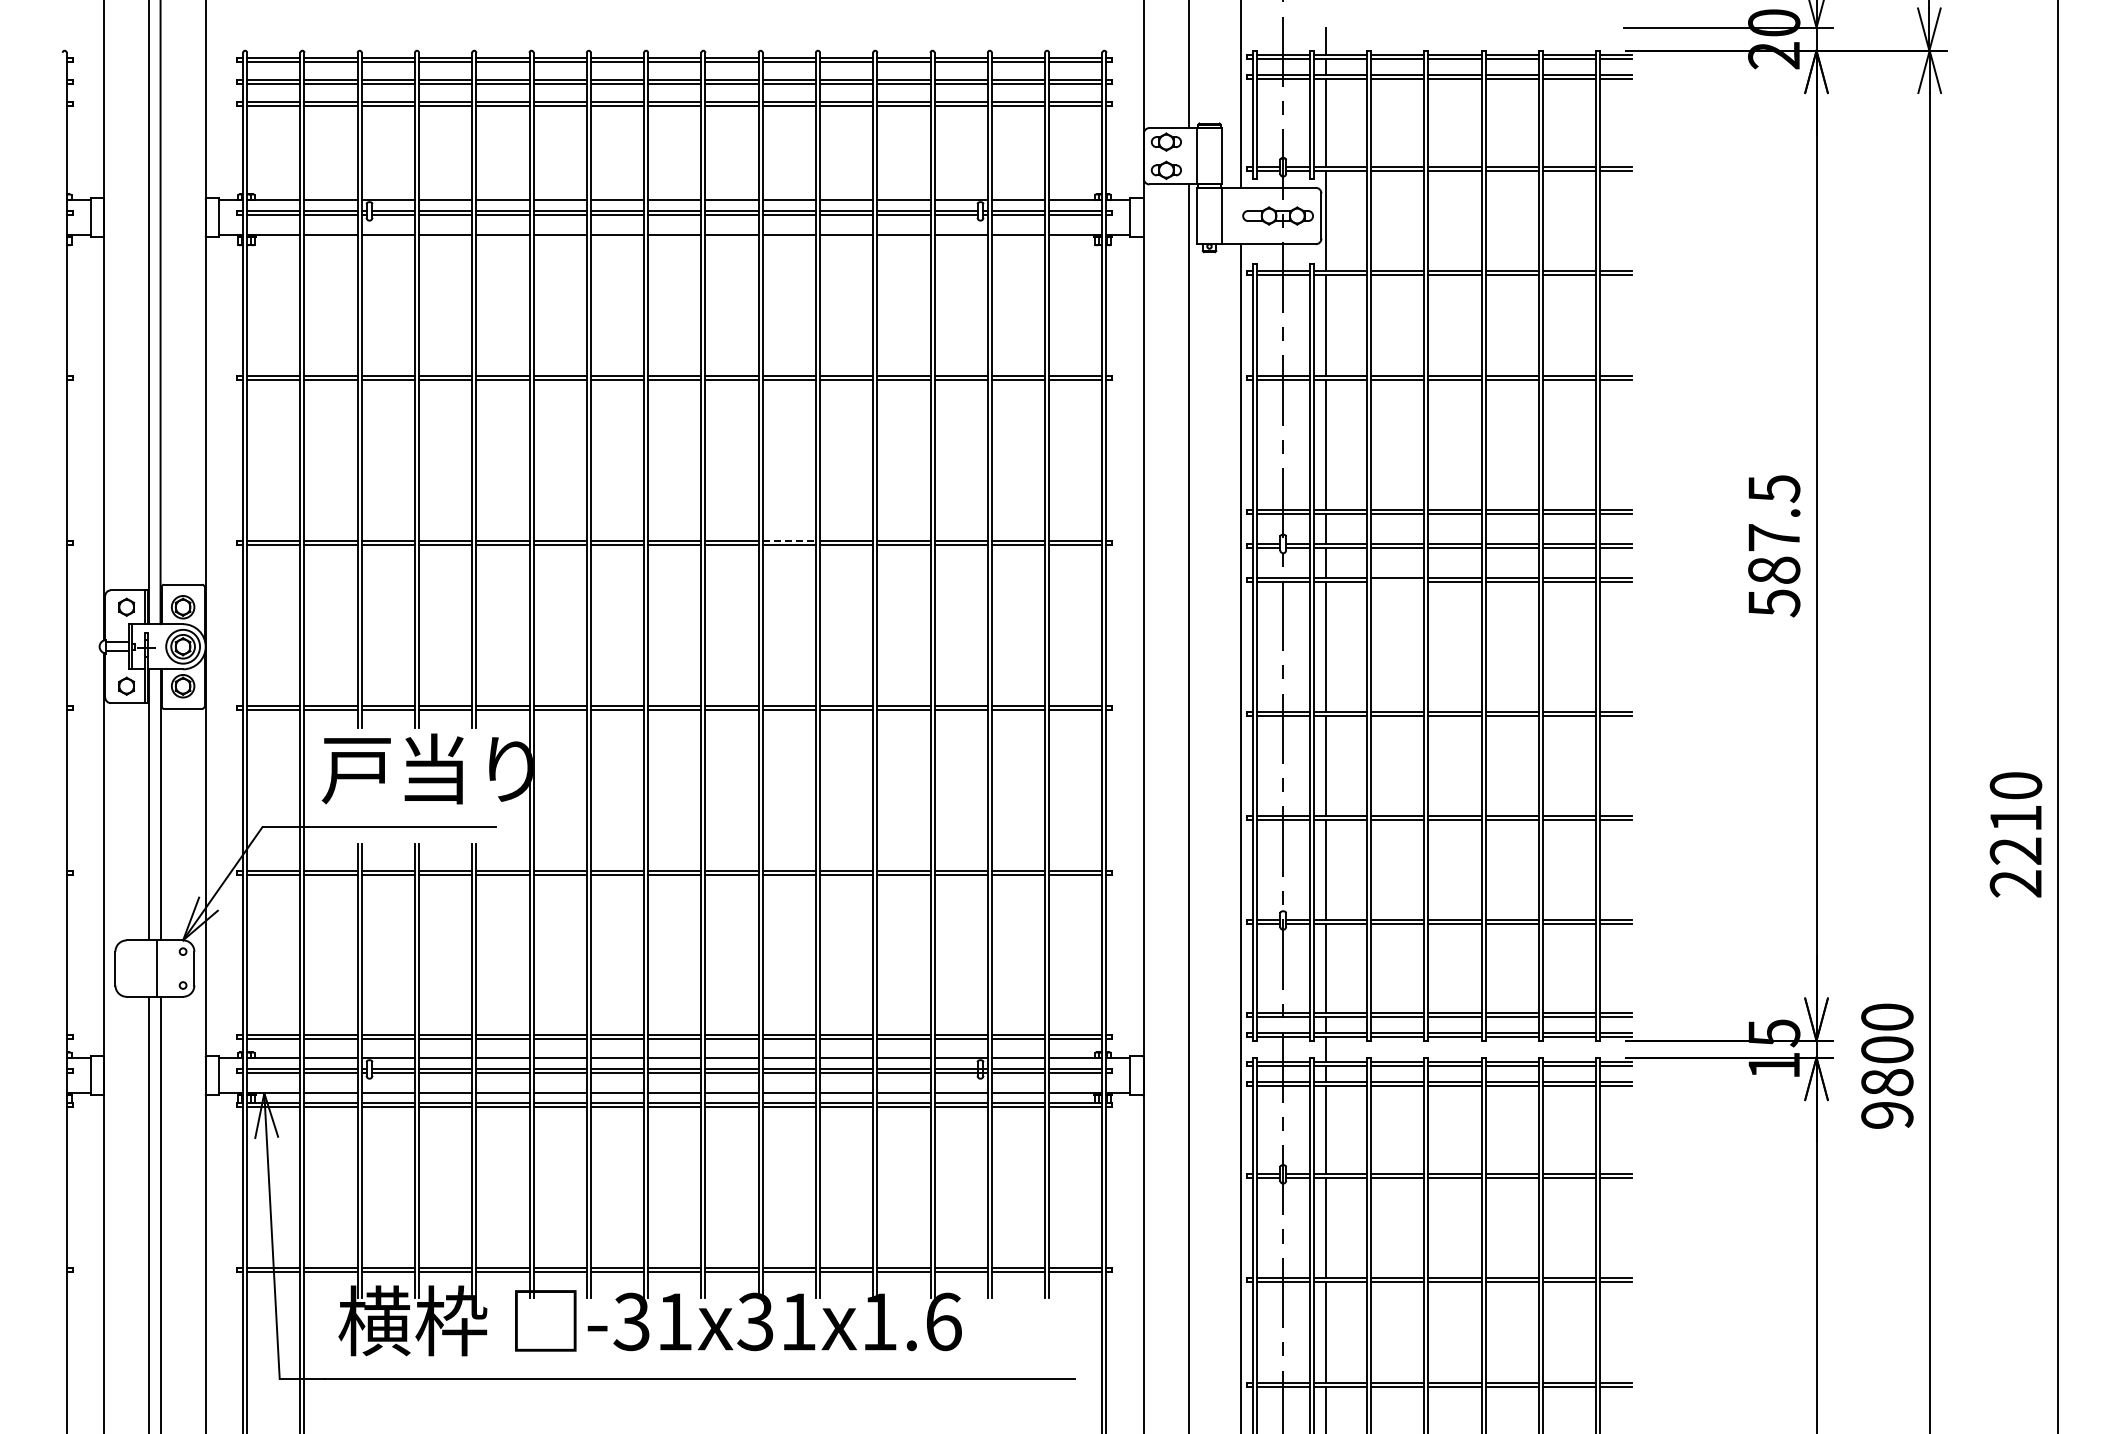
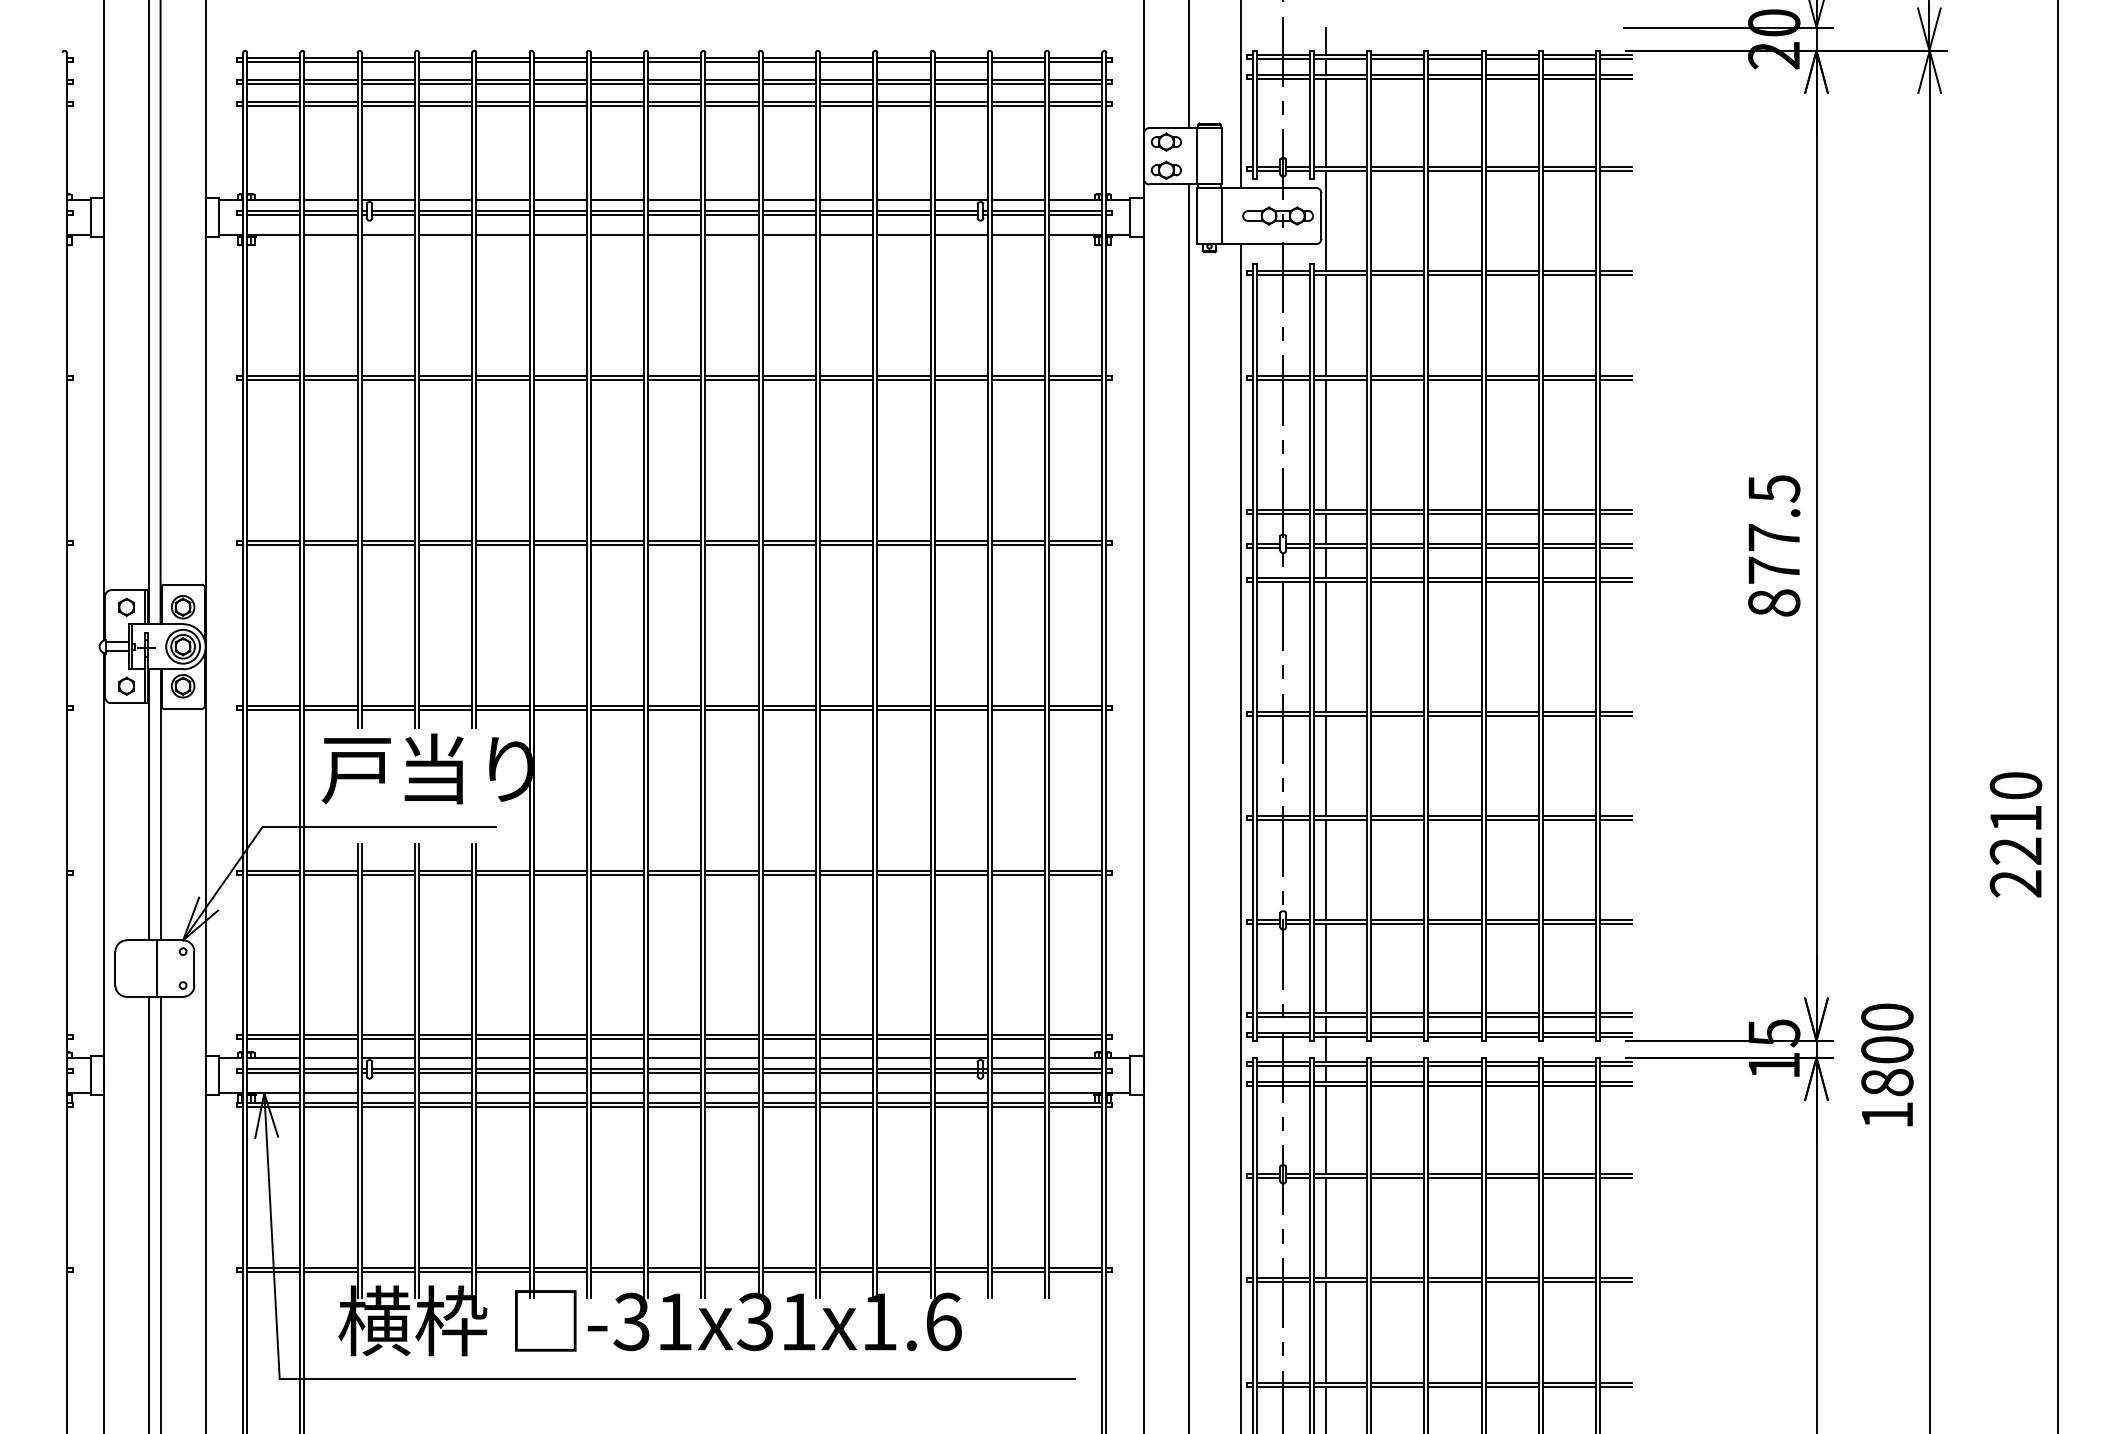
line at (789, 540): dashed -> solid
line at (1397, 581): none -> present
text at (1774, 586): 587.5 -> 877.5
text at (1887, 1115): 9800 -> 1800
